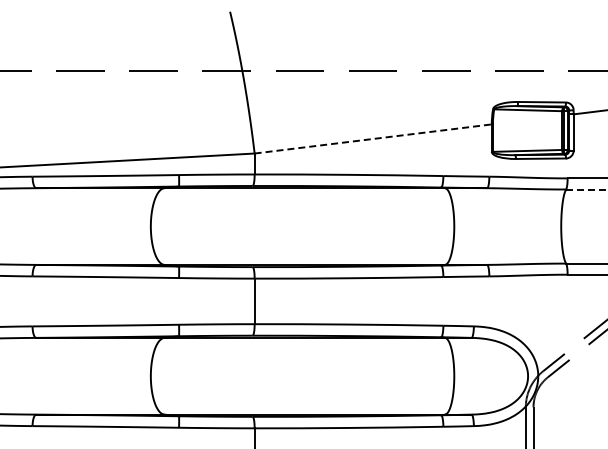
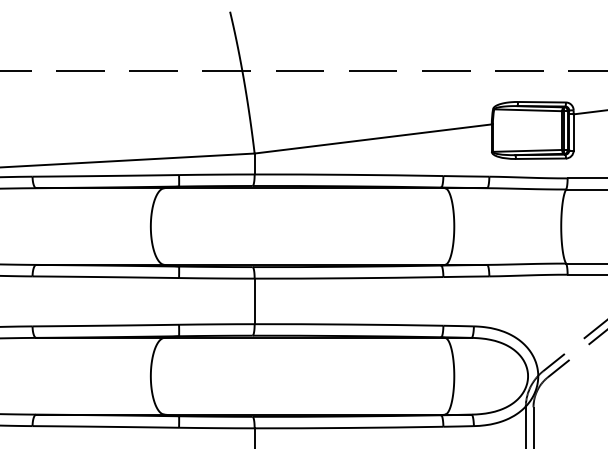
line at (373, 138): dashed -> solid
line at (587, 189): dashed -> solid
